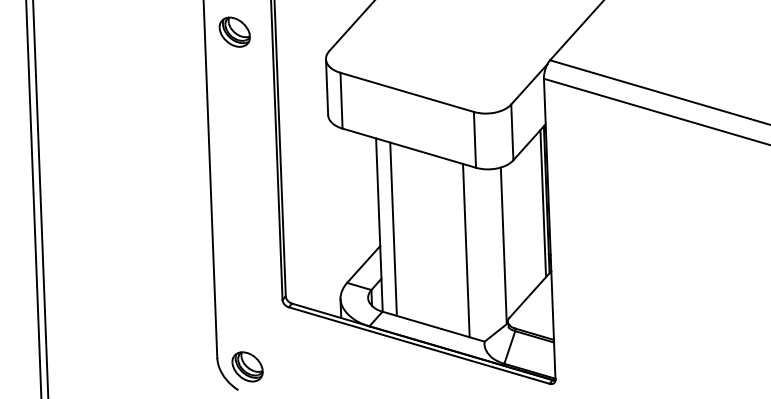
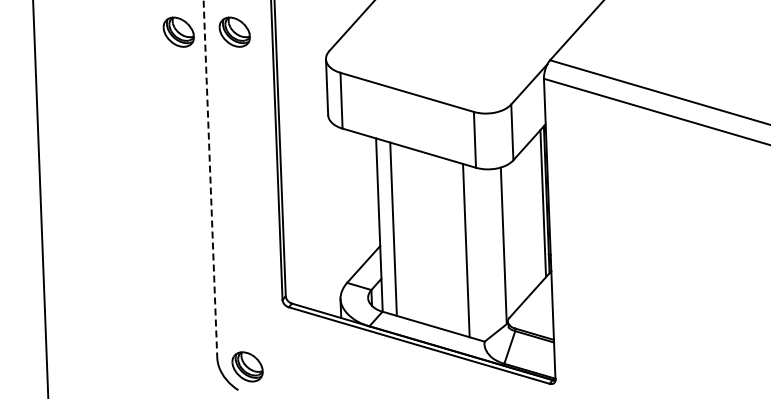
part at (178, 31): none -> present
line at (210, 179): solid -> dashed
line at (33, 198): present -> none
